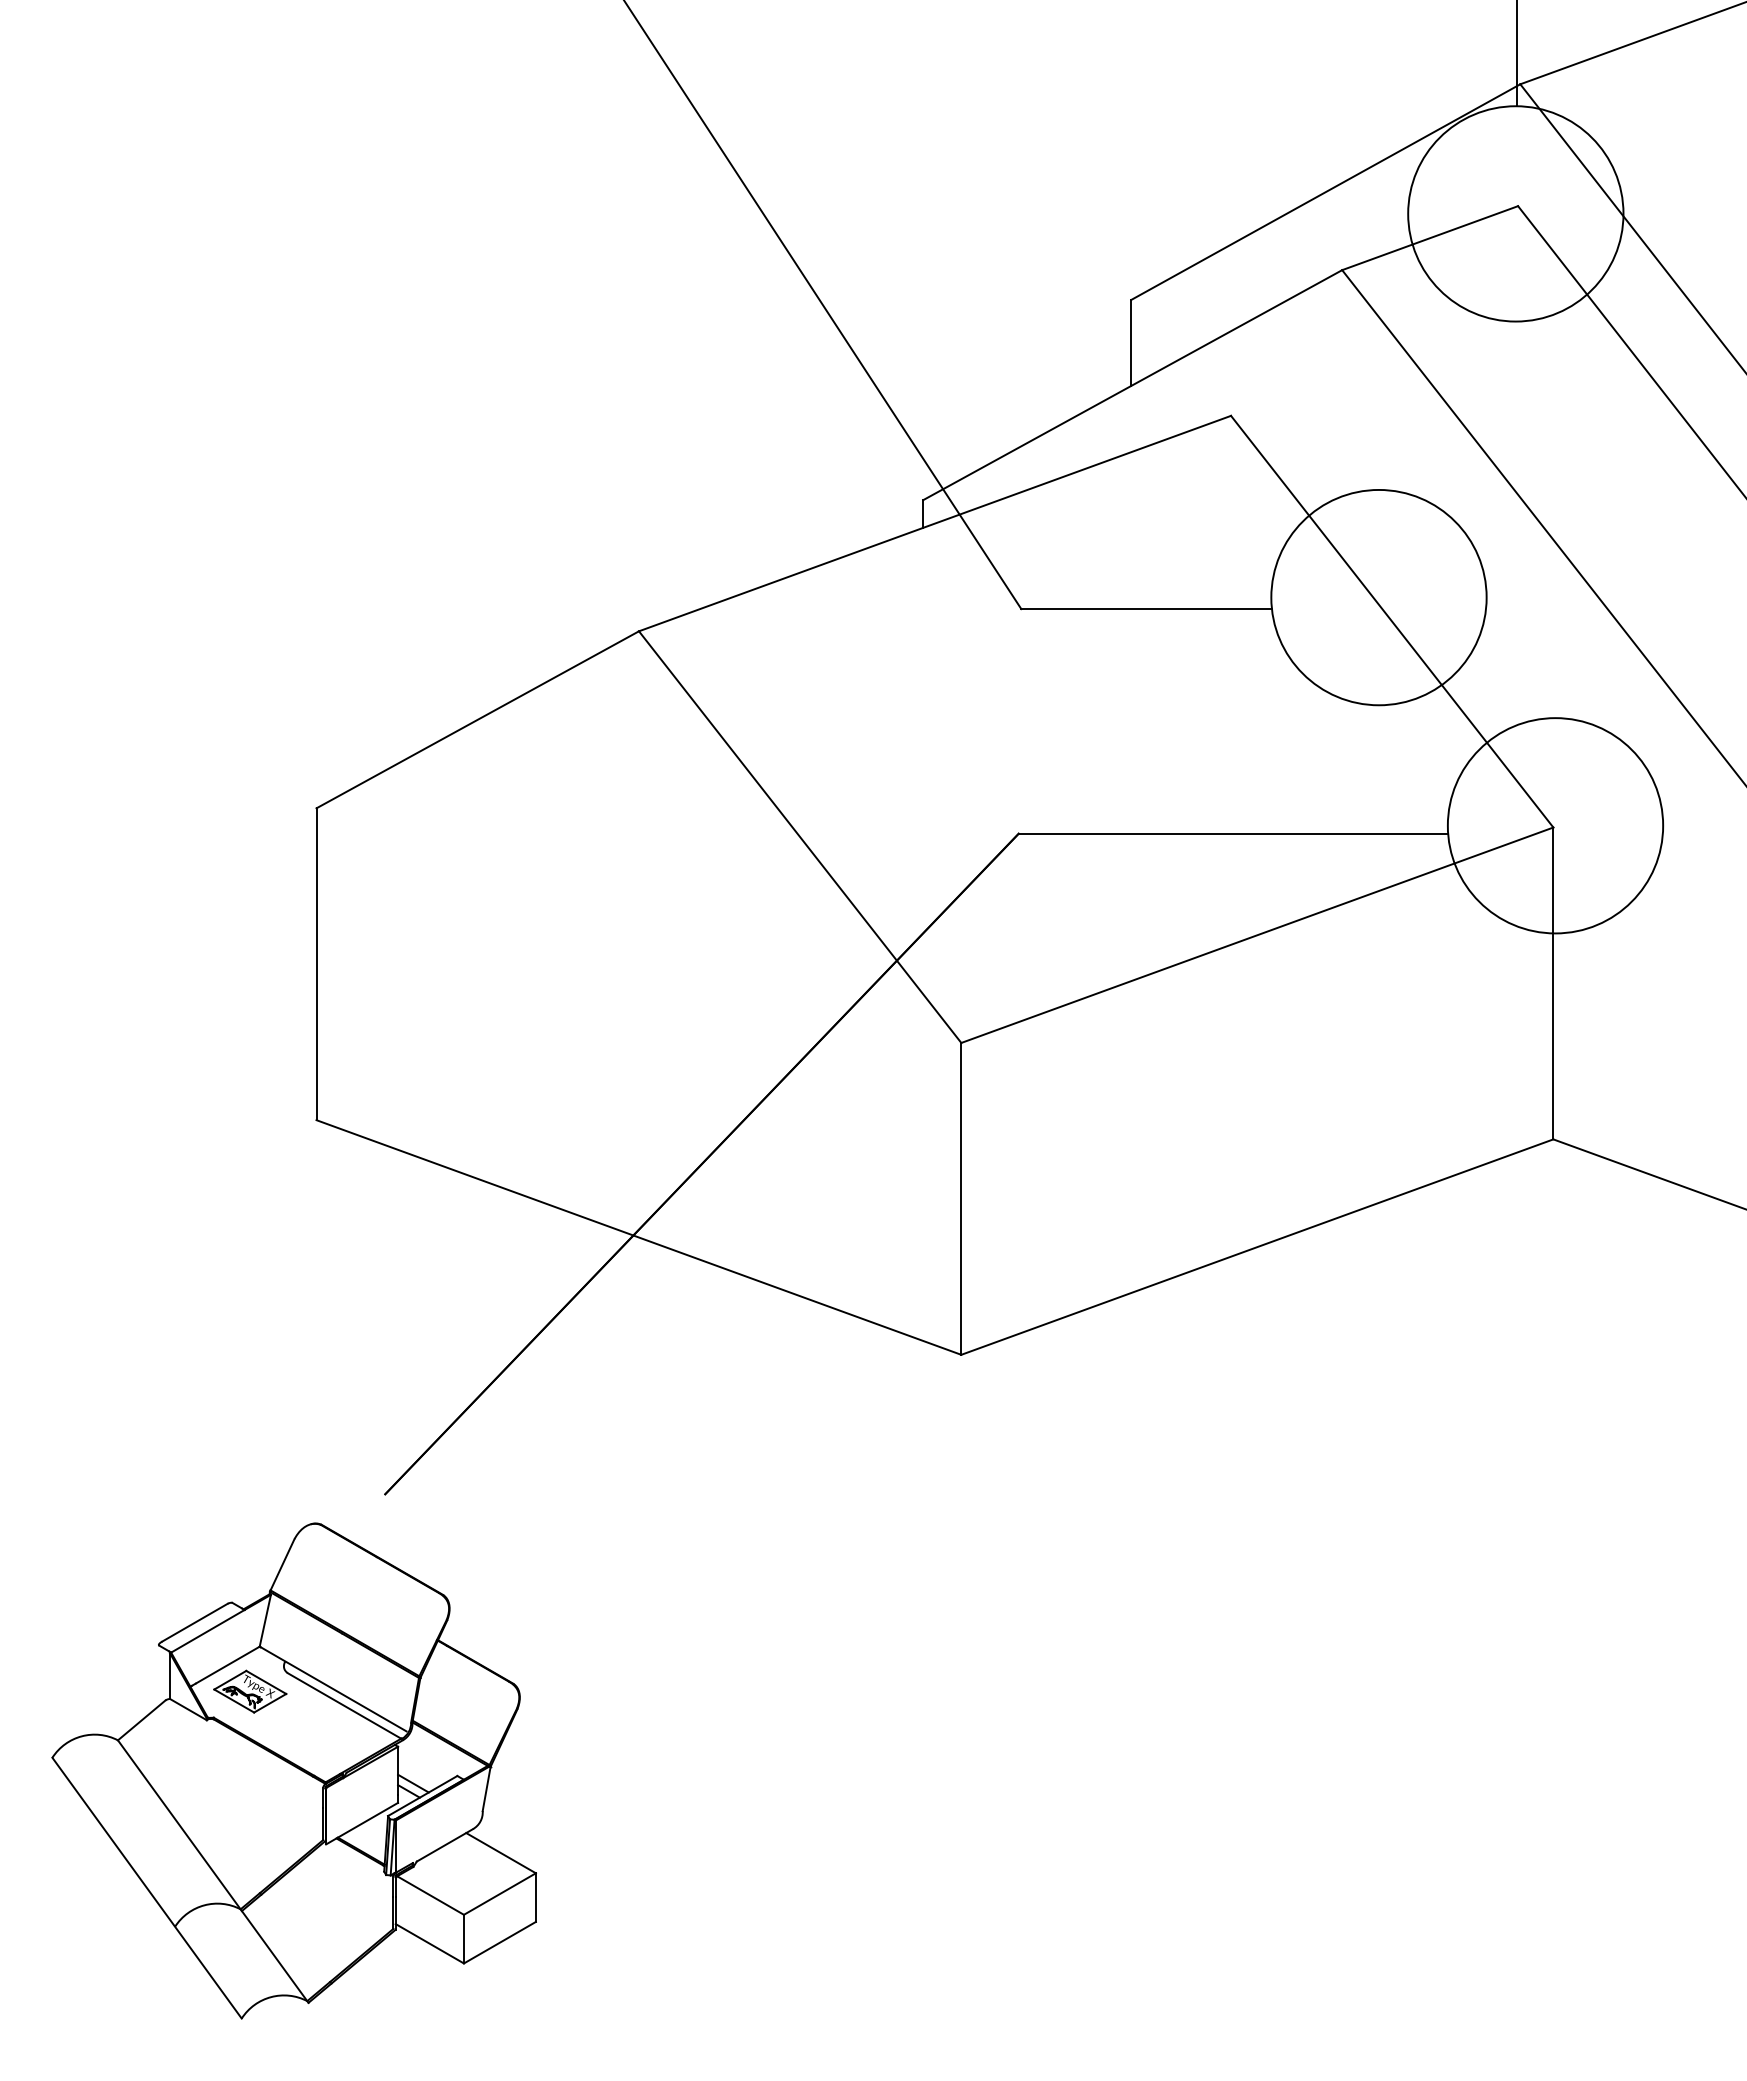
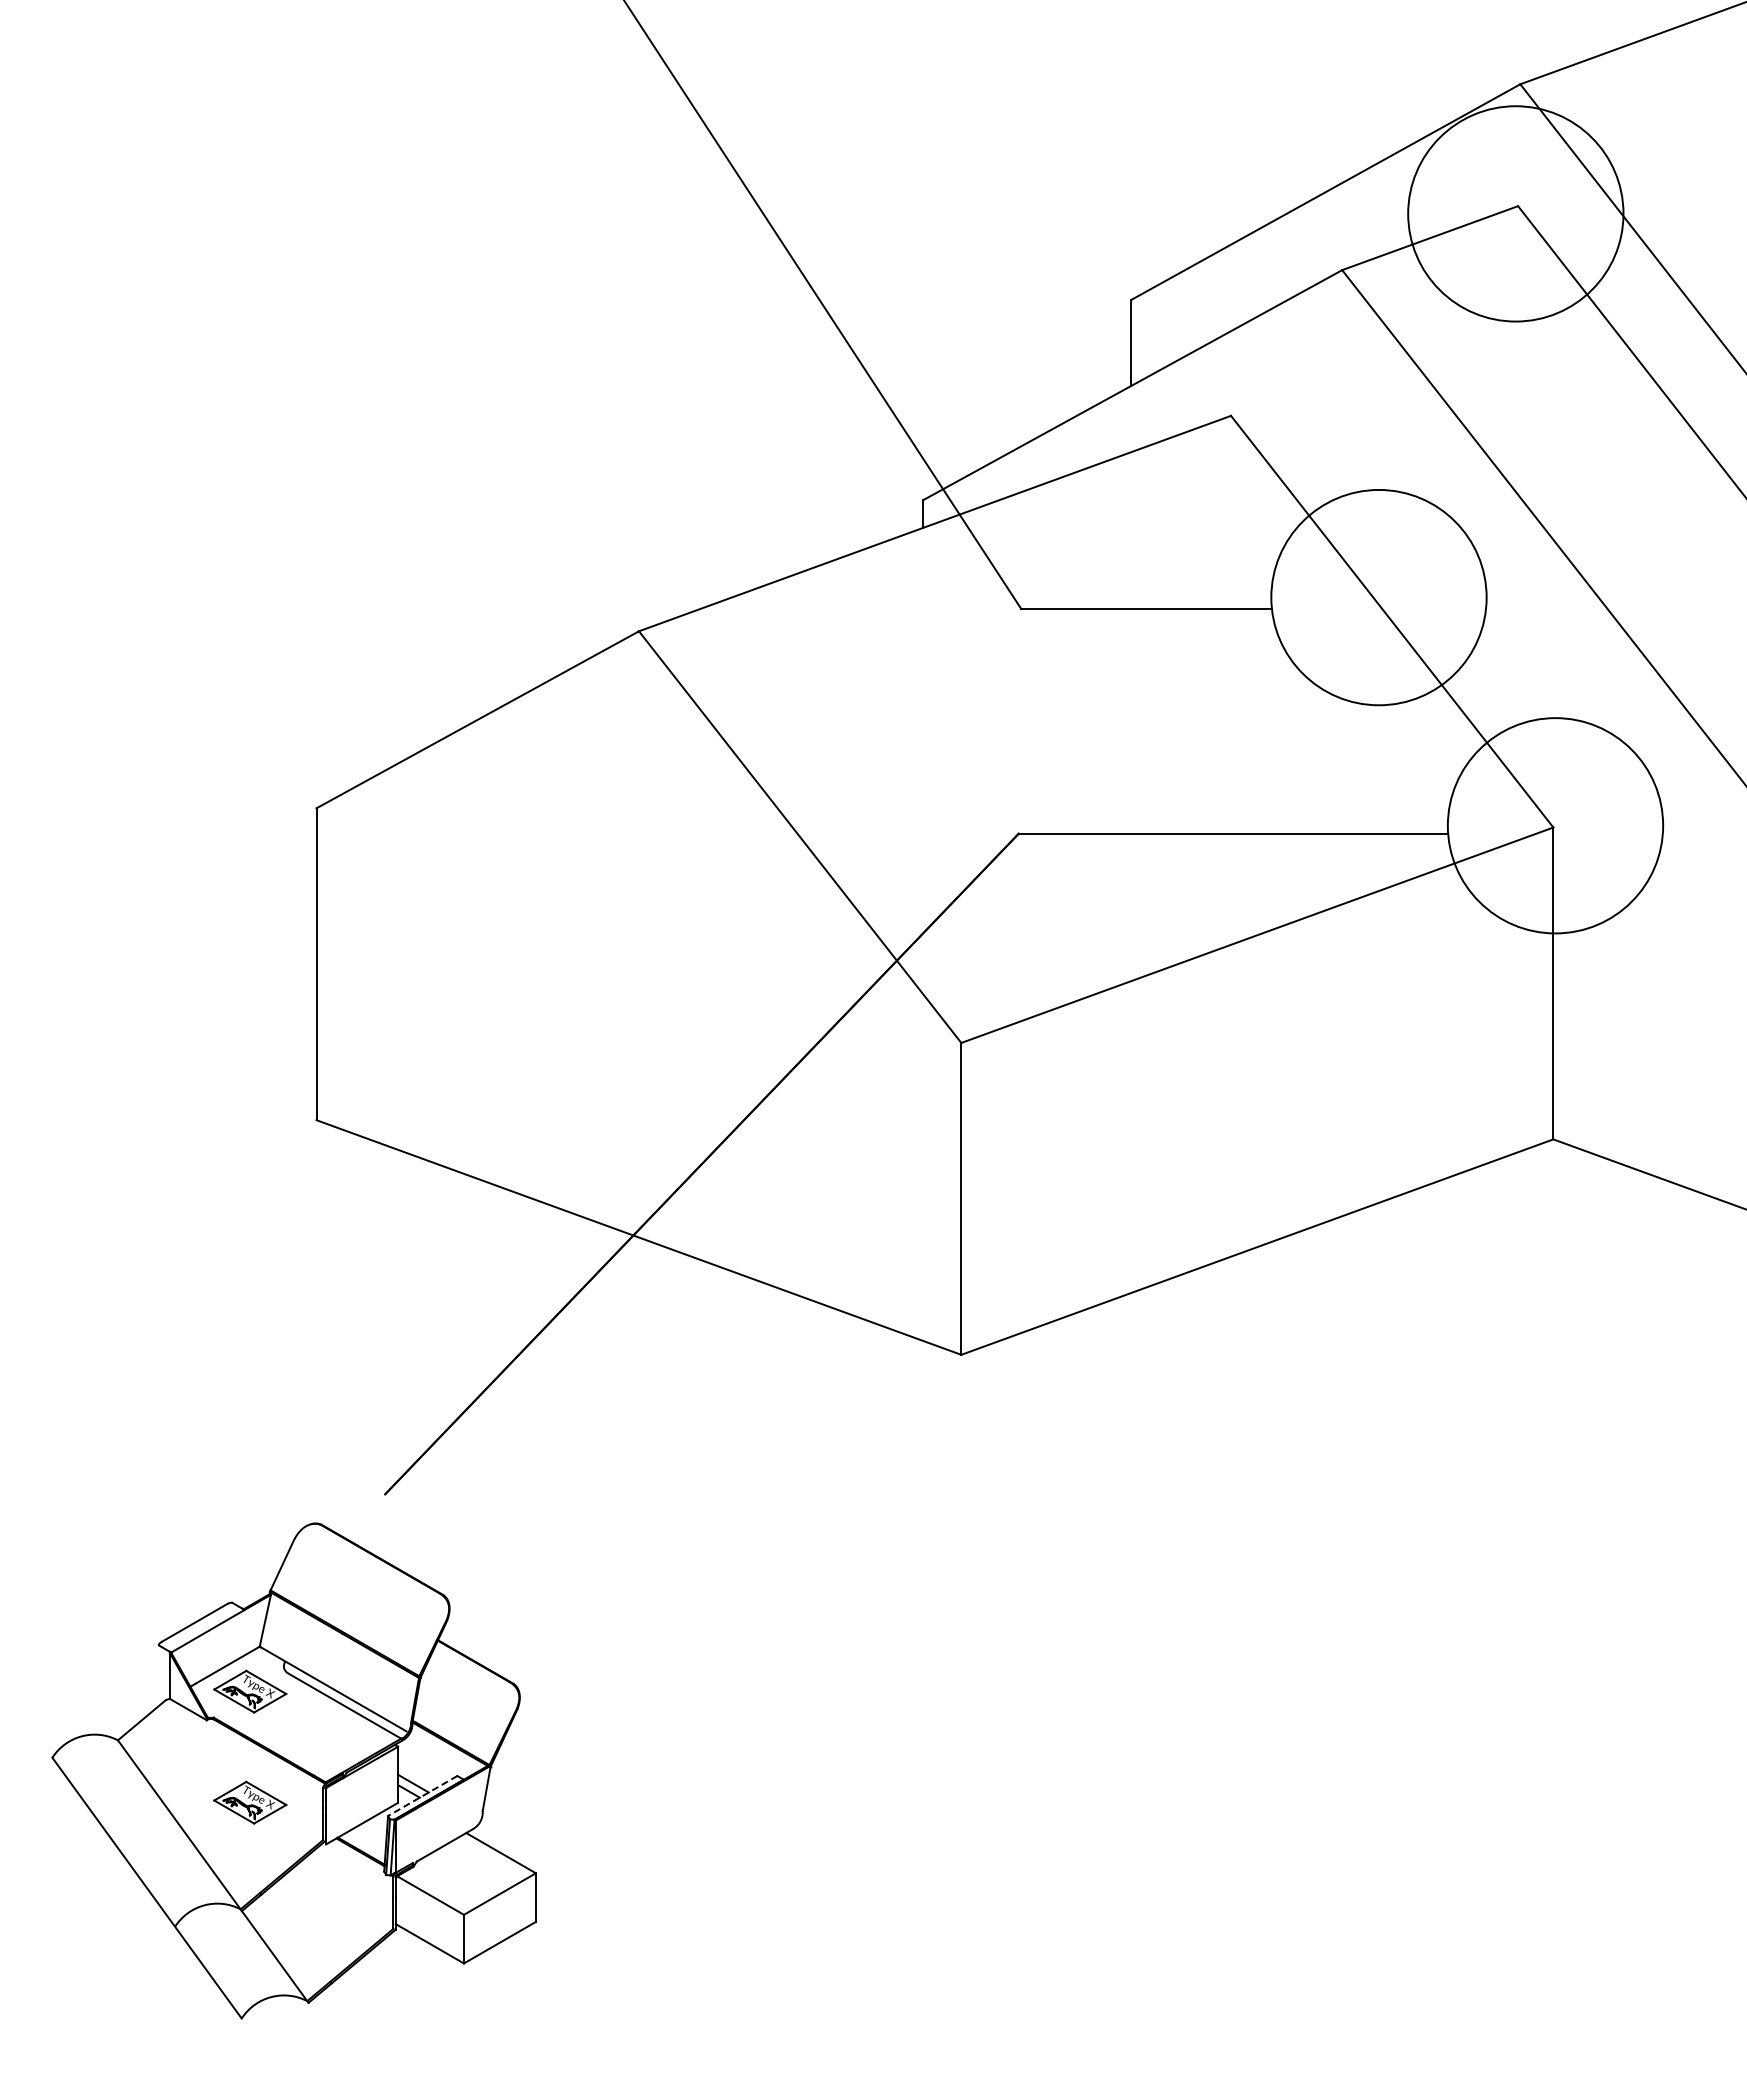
line at (1516, 54): present -> none
line at (422, 1796): solid -> dashed
part at (250, 1802): none -> present
